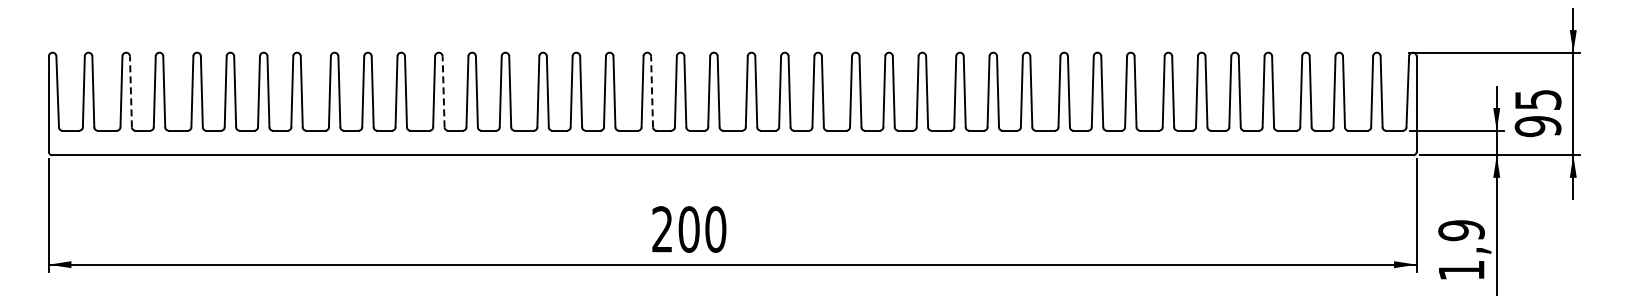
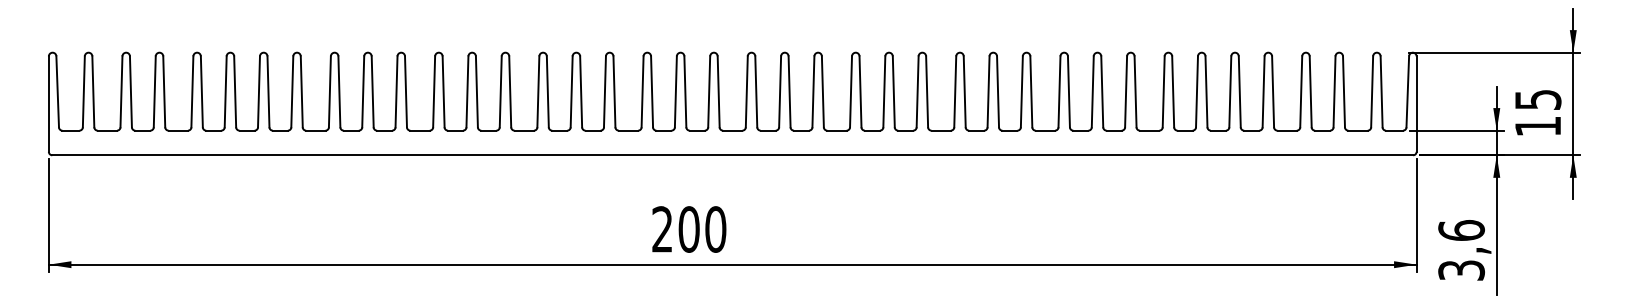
line at (130, 91): dashed -> solid
line at (443, 91): dashed -> solid
line at (652, 91): dashed -> solid
text at (1537, 126): 95 -> 15
text at (1461, 250): 1,9 -> 3,6
